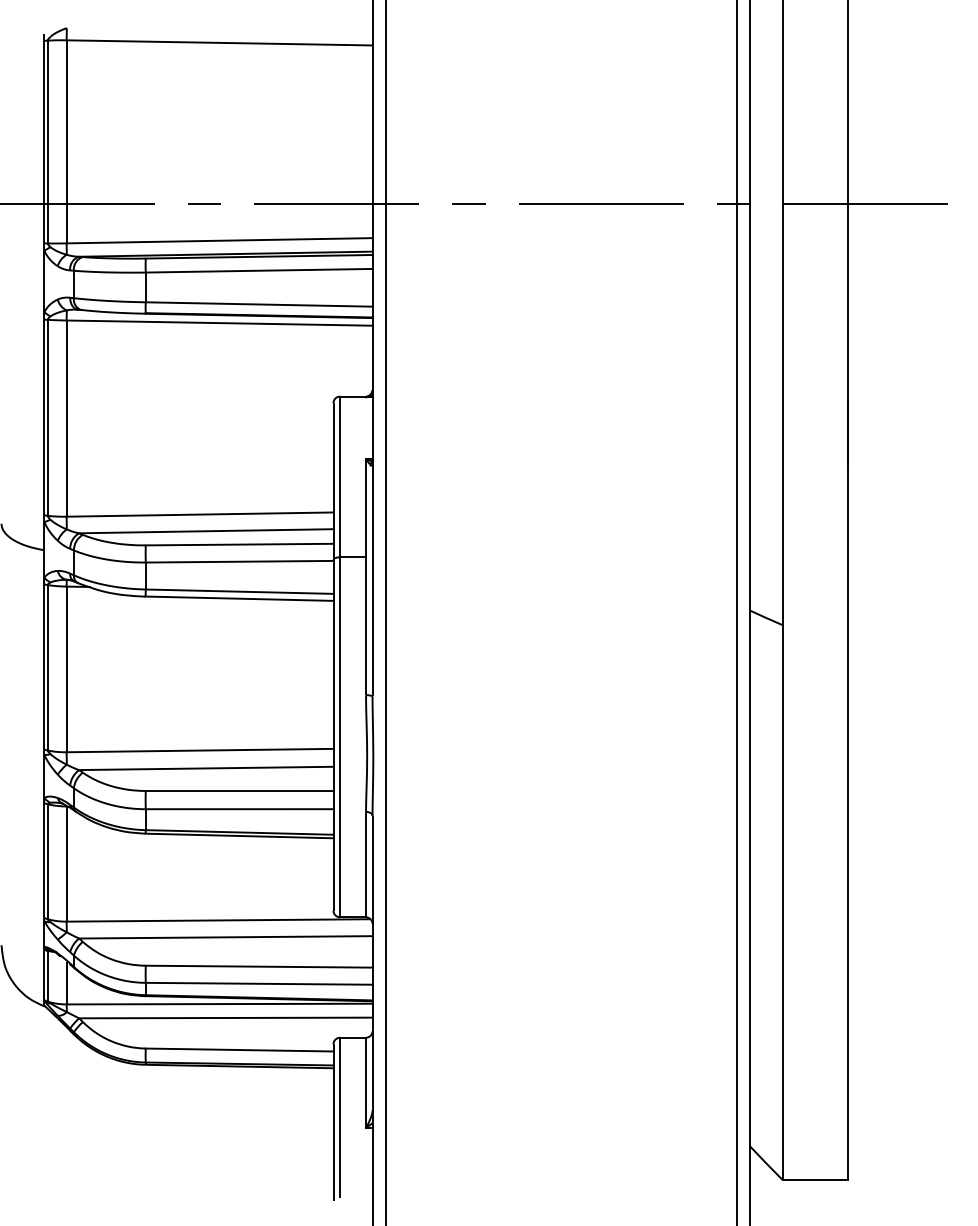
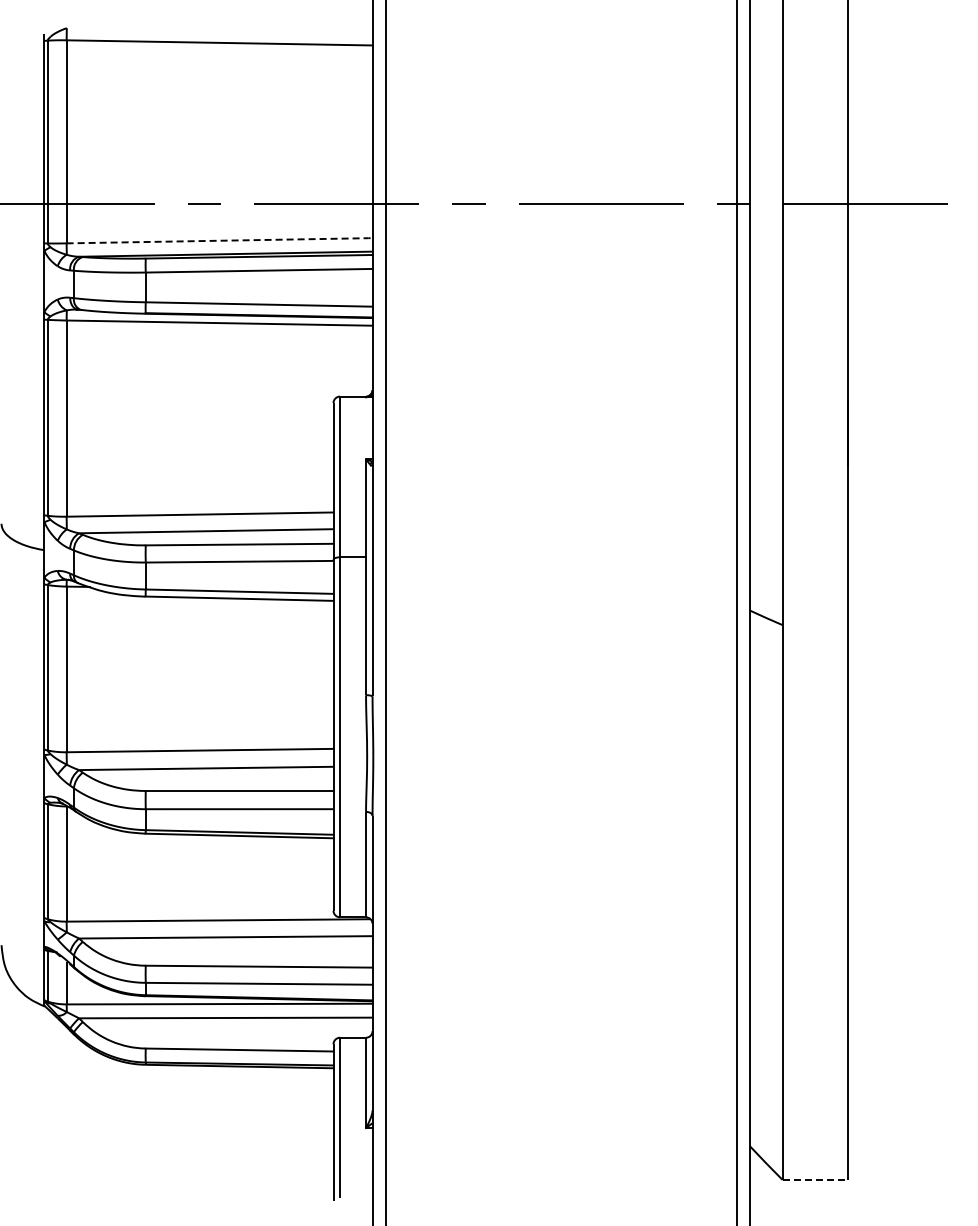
line at (220, 240): solid -> dashed
line at (815, 1179): solid -> dashed
